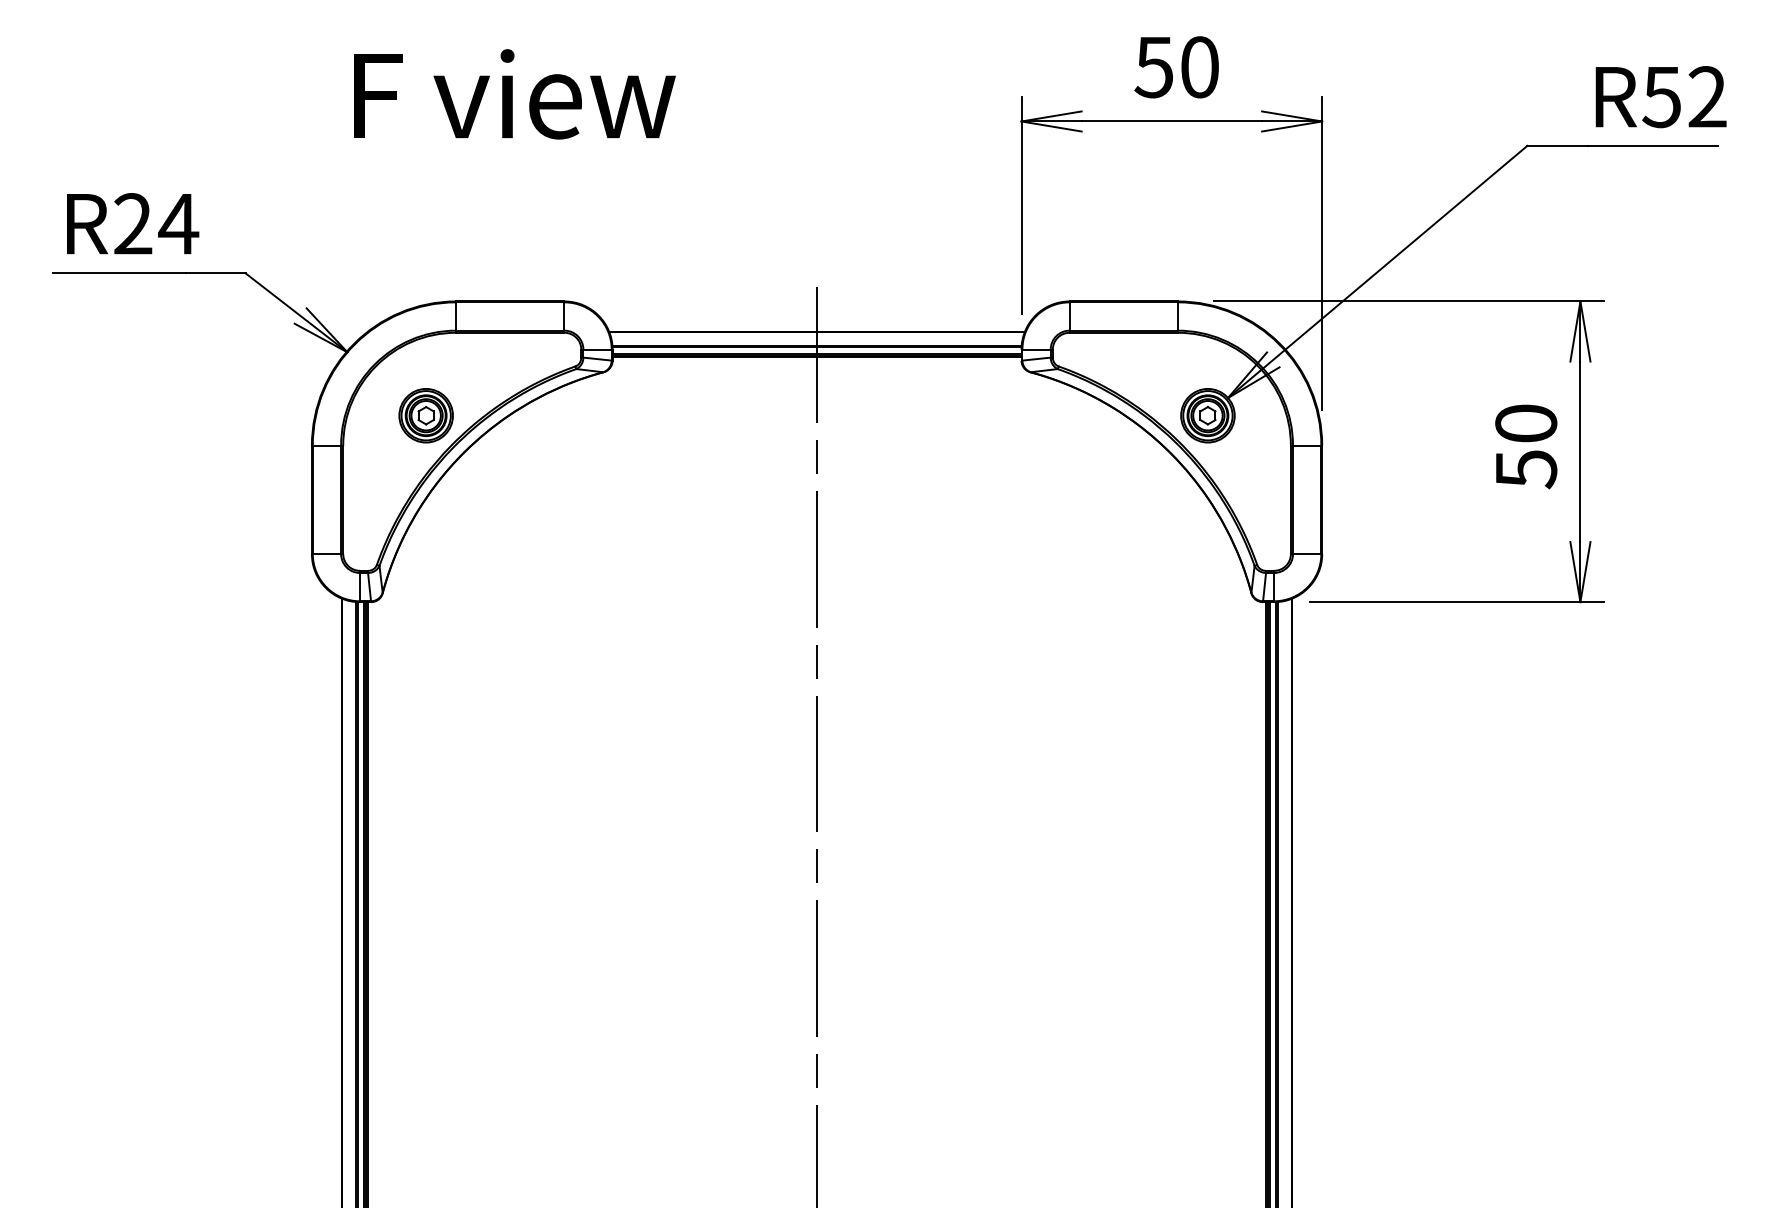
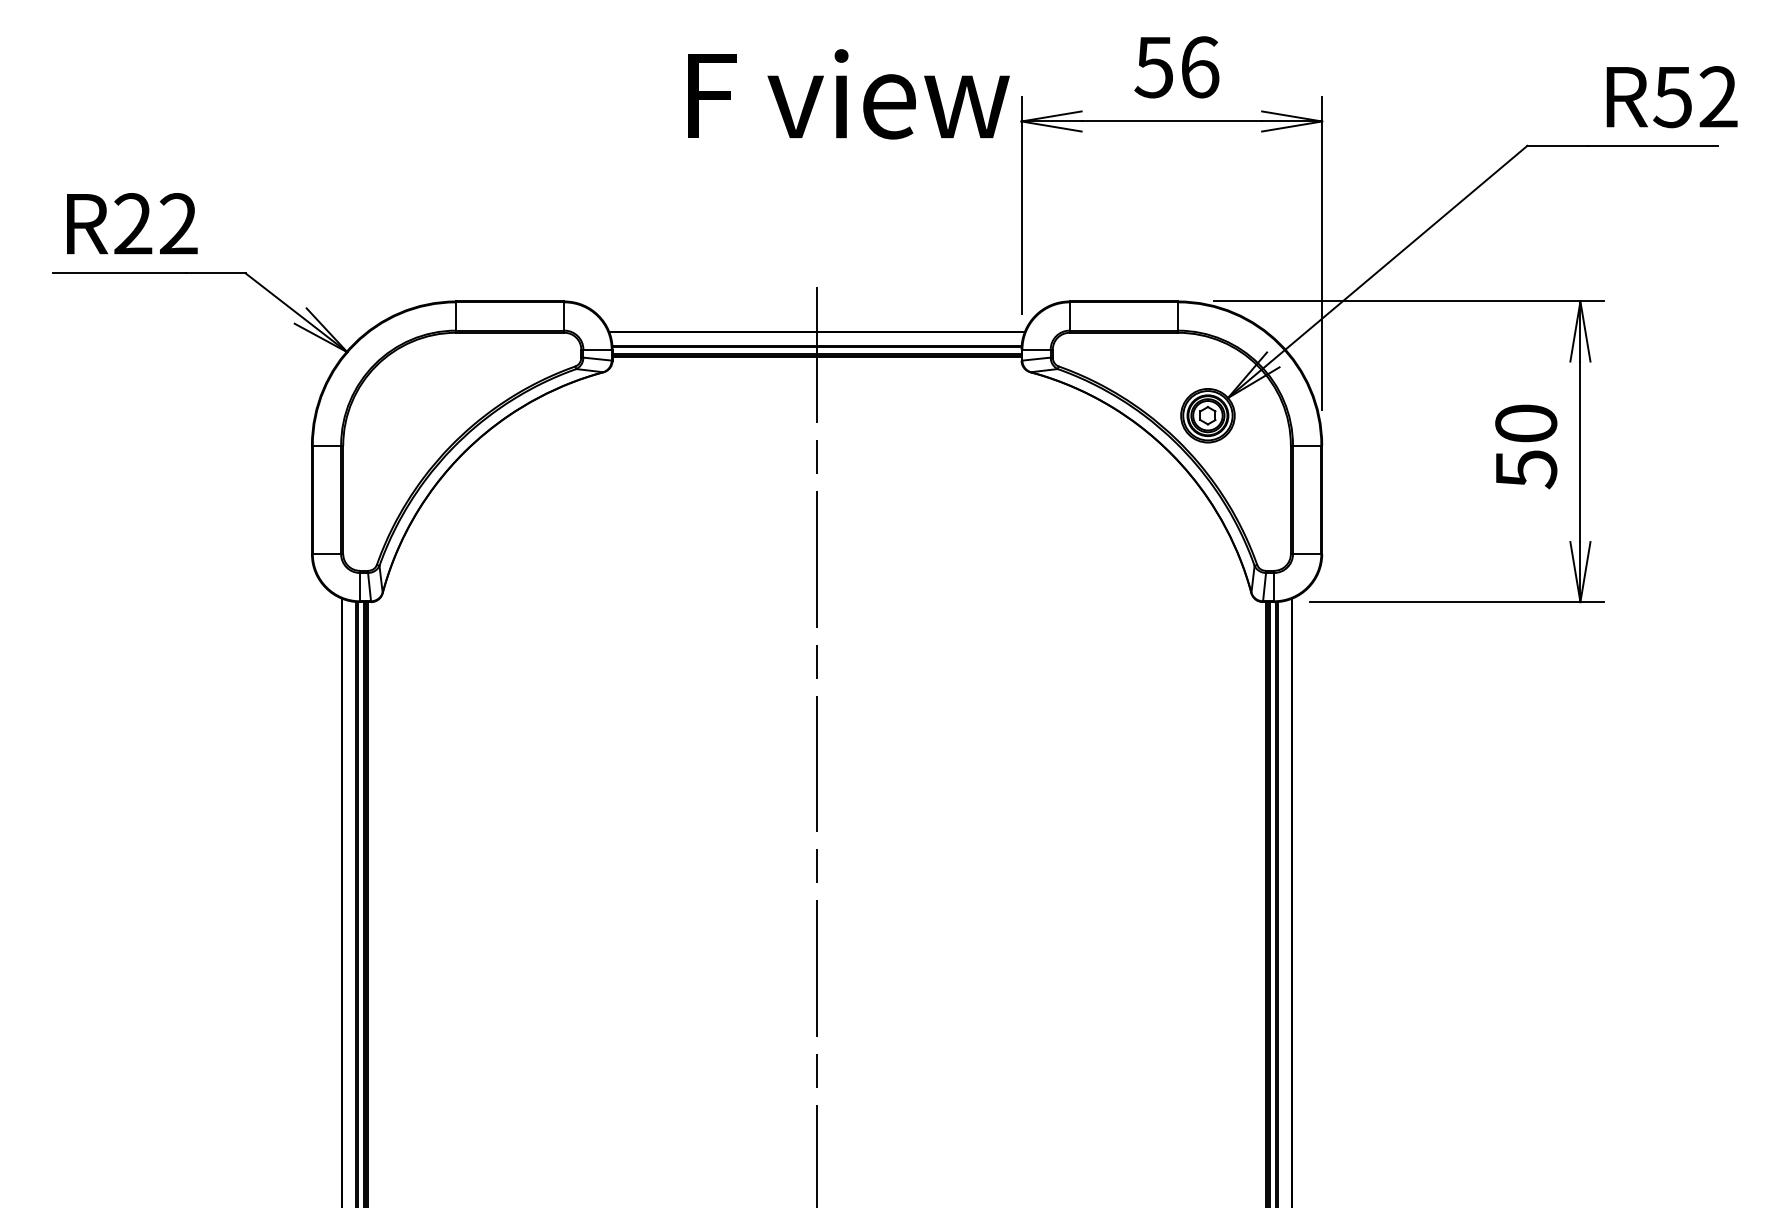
text at (1200, 67): 50 -> 56
text at (514, 94) position: (514, 94) -> (848, 94)
text at (1660, 97) position: (1660, 97) -> (1671, 97)
text at (178, 223): R24 -> R22
part at (425, 415): present -> none
